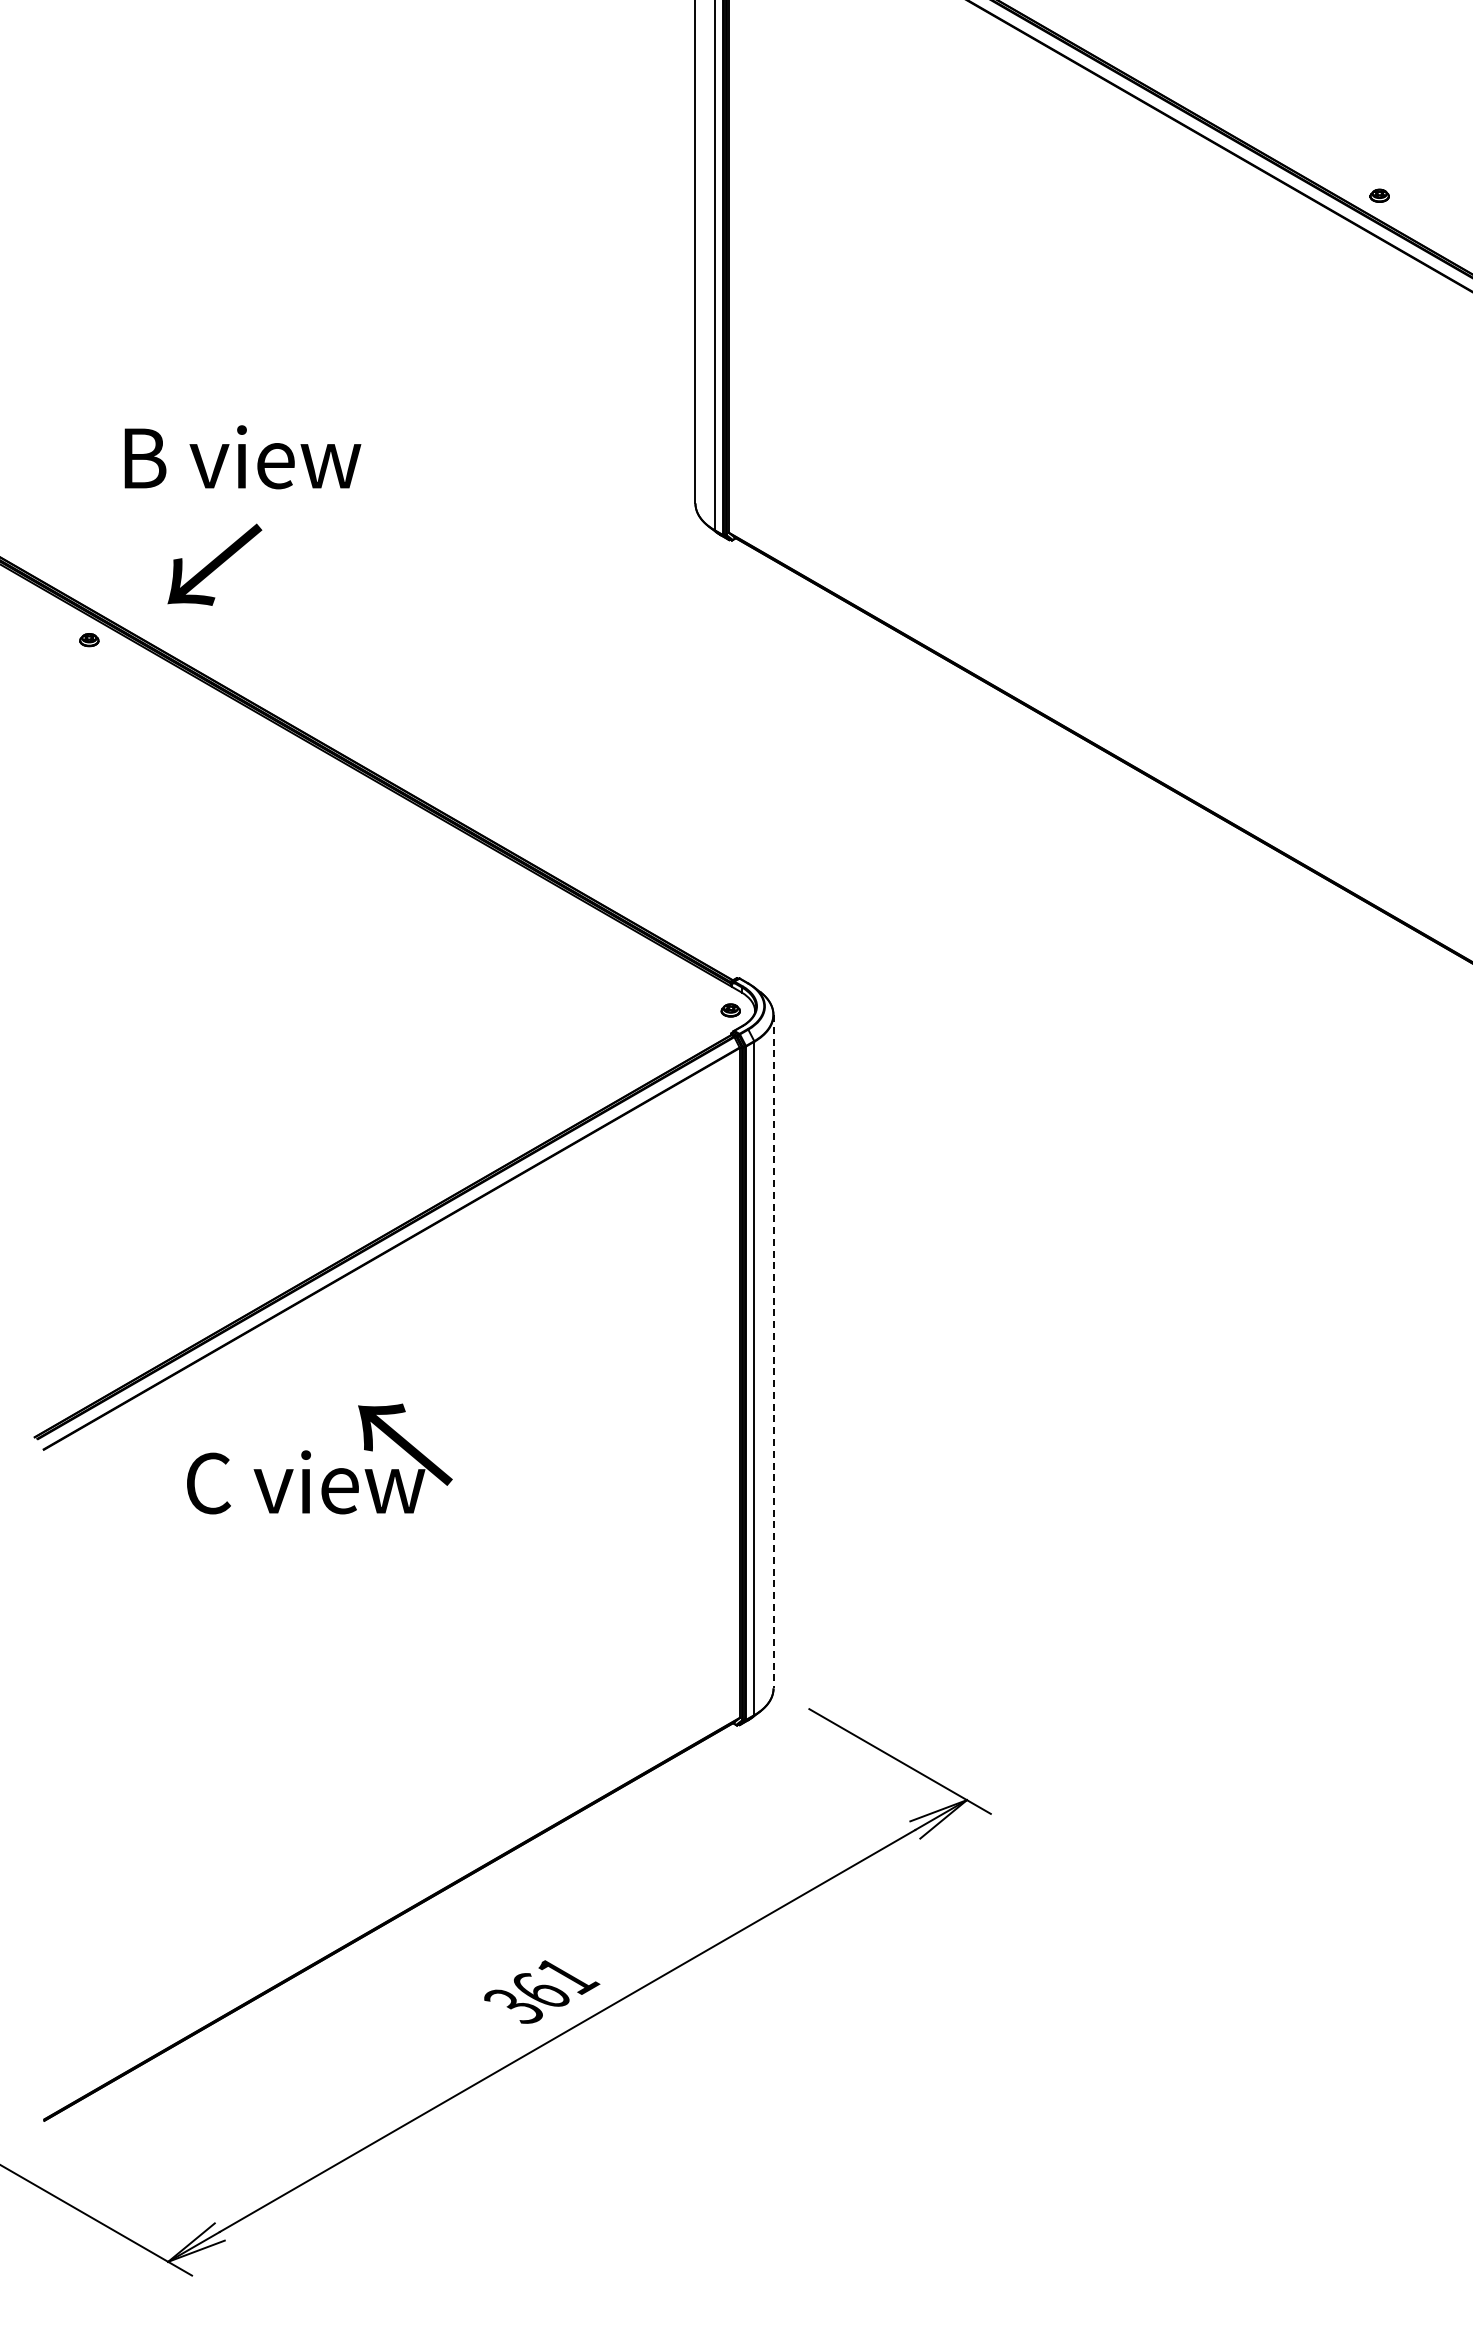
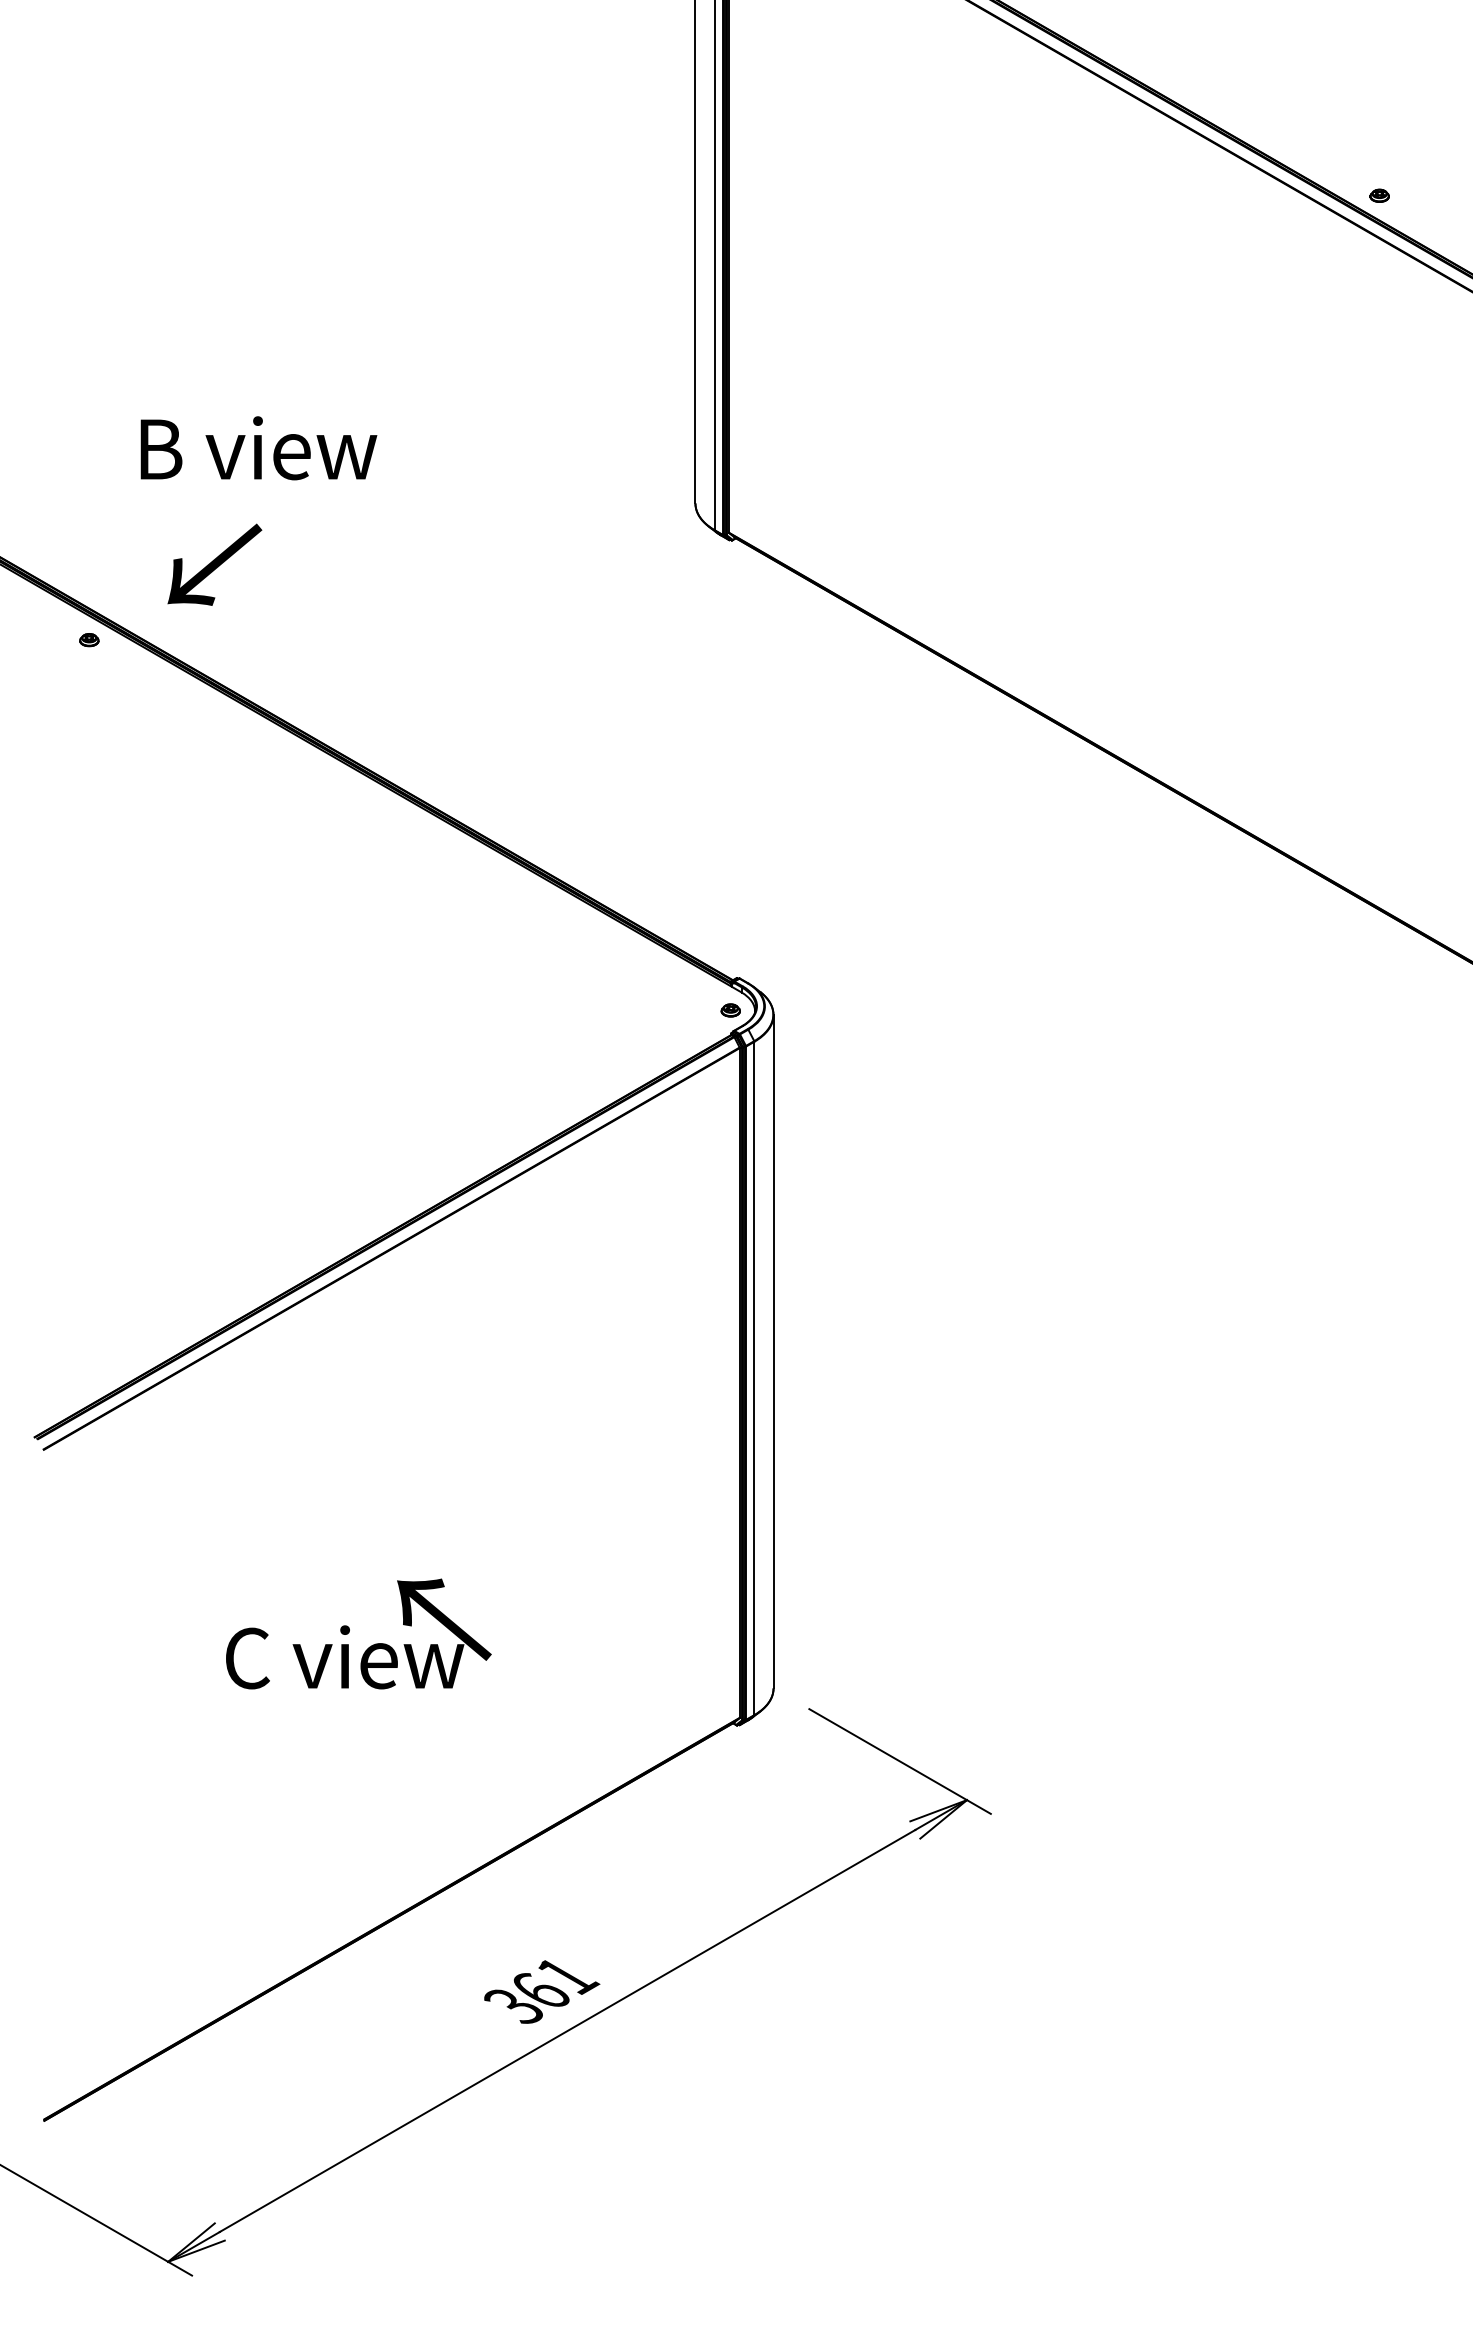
text at (242, 457) position: (242, 457) -> (258, 448)
line at (773, 1351): dashed -> solid
text at (319, 1458) position: (319, 1458) -> (358, 1633)
